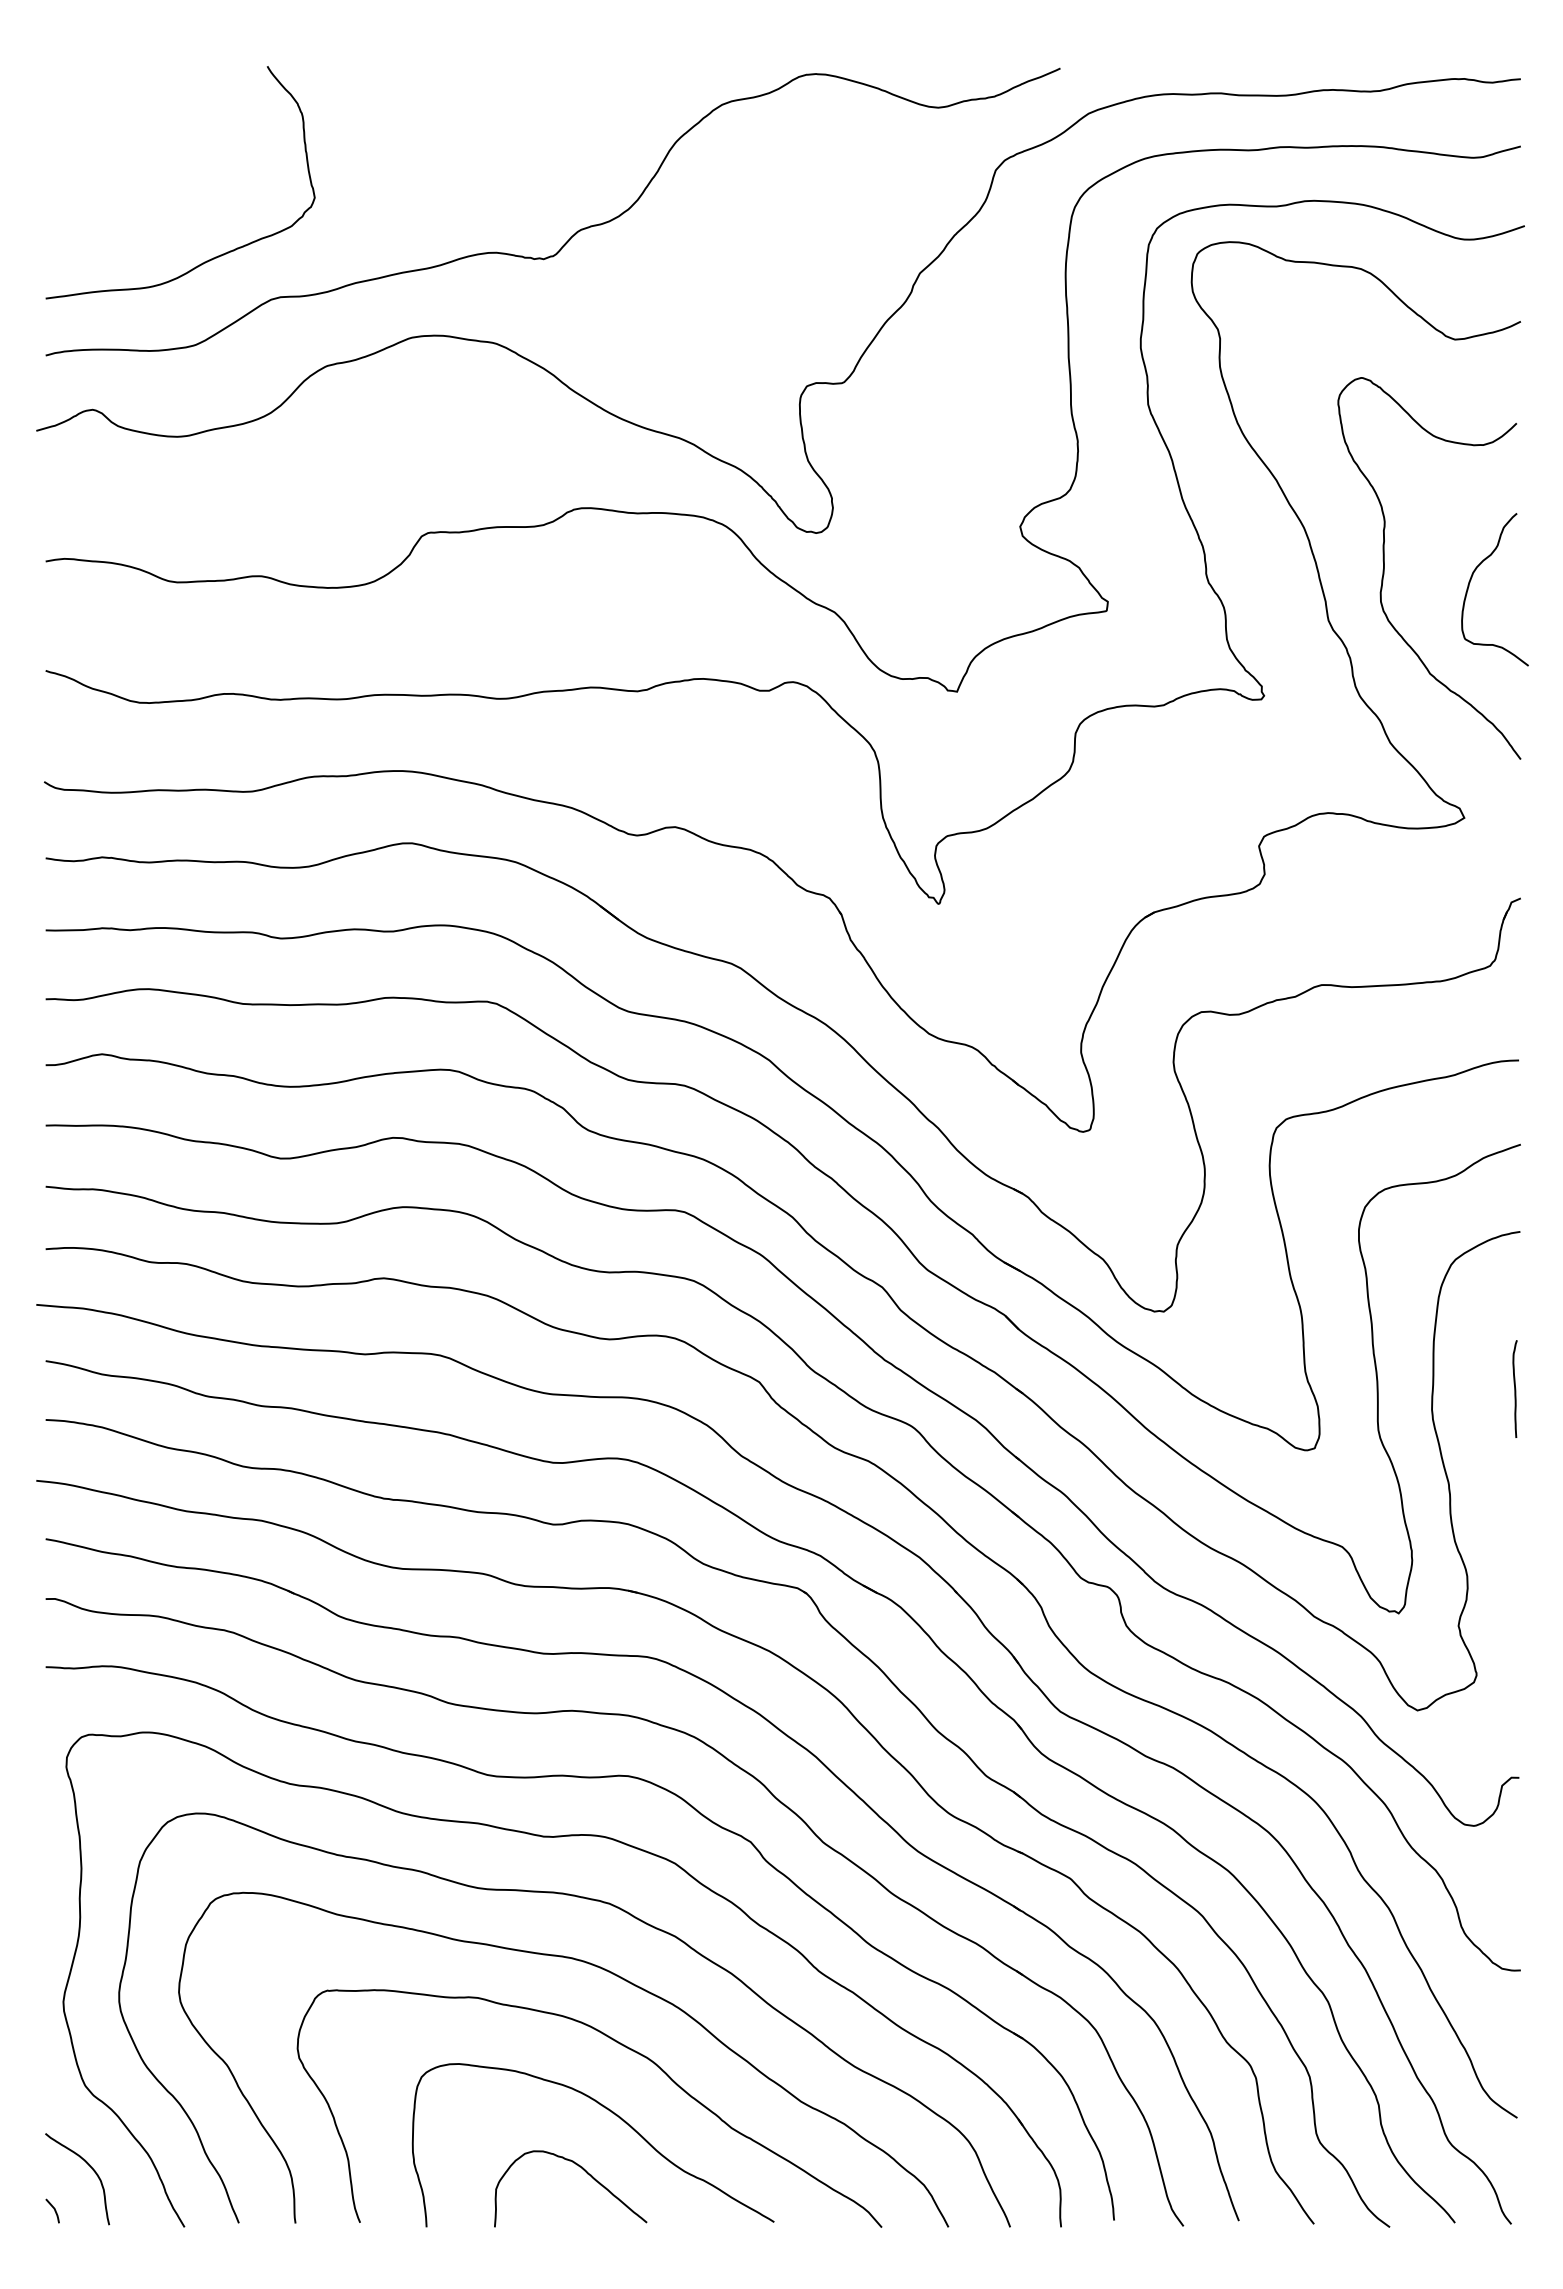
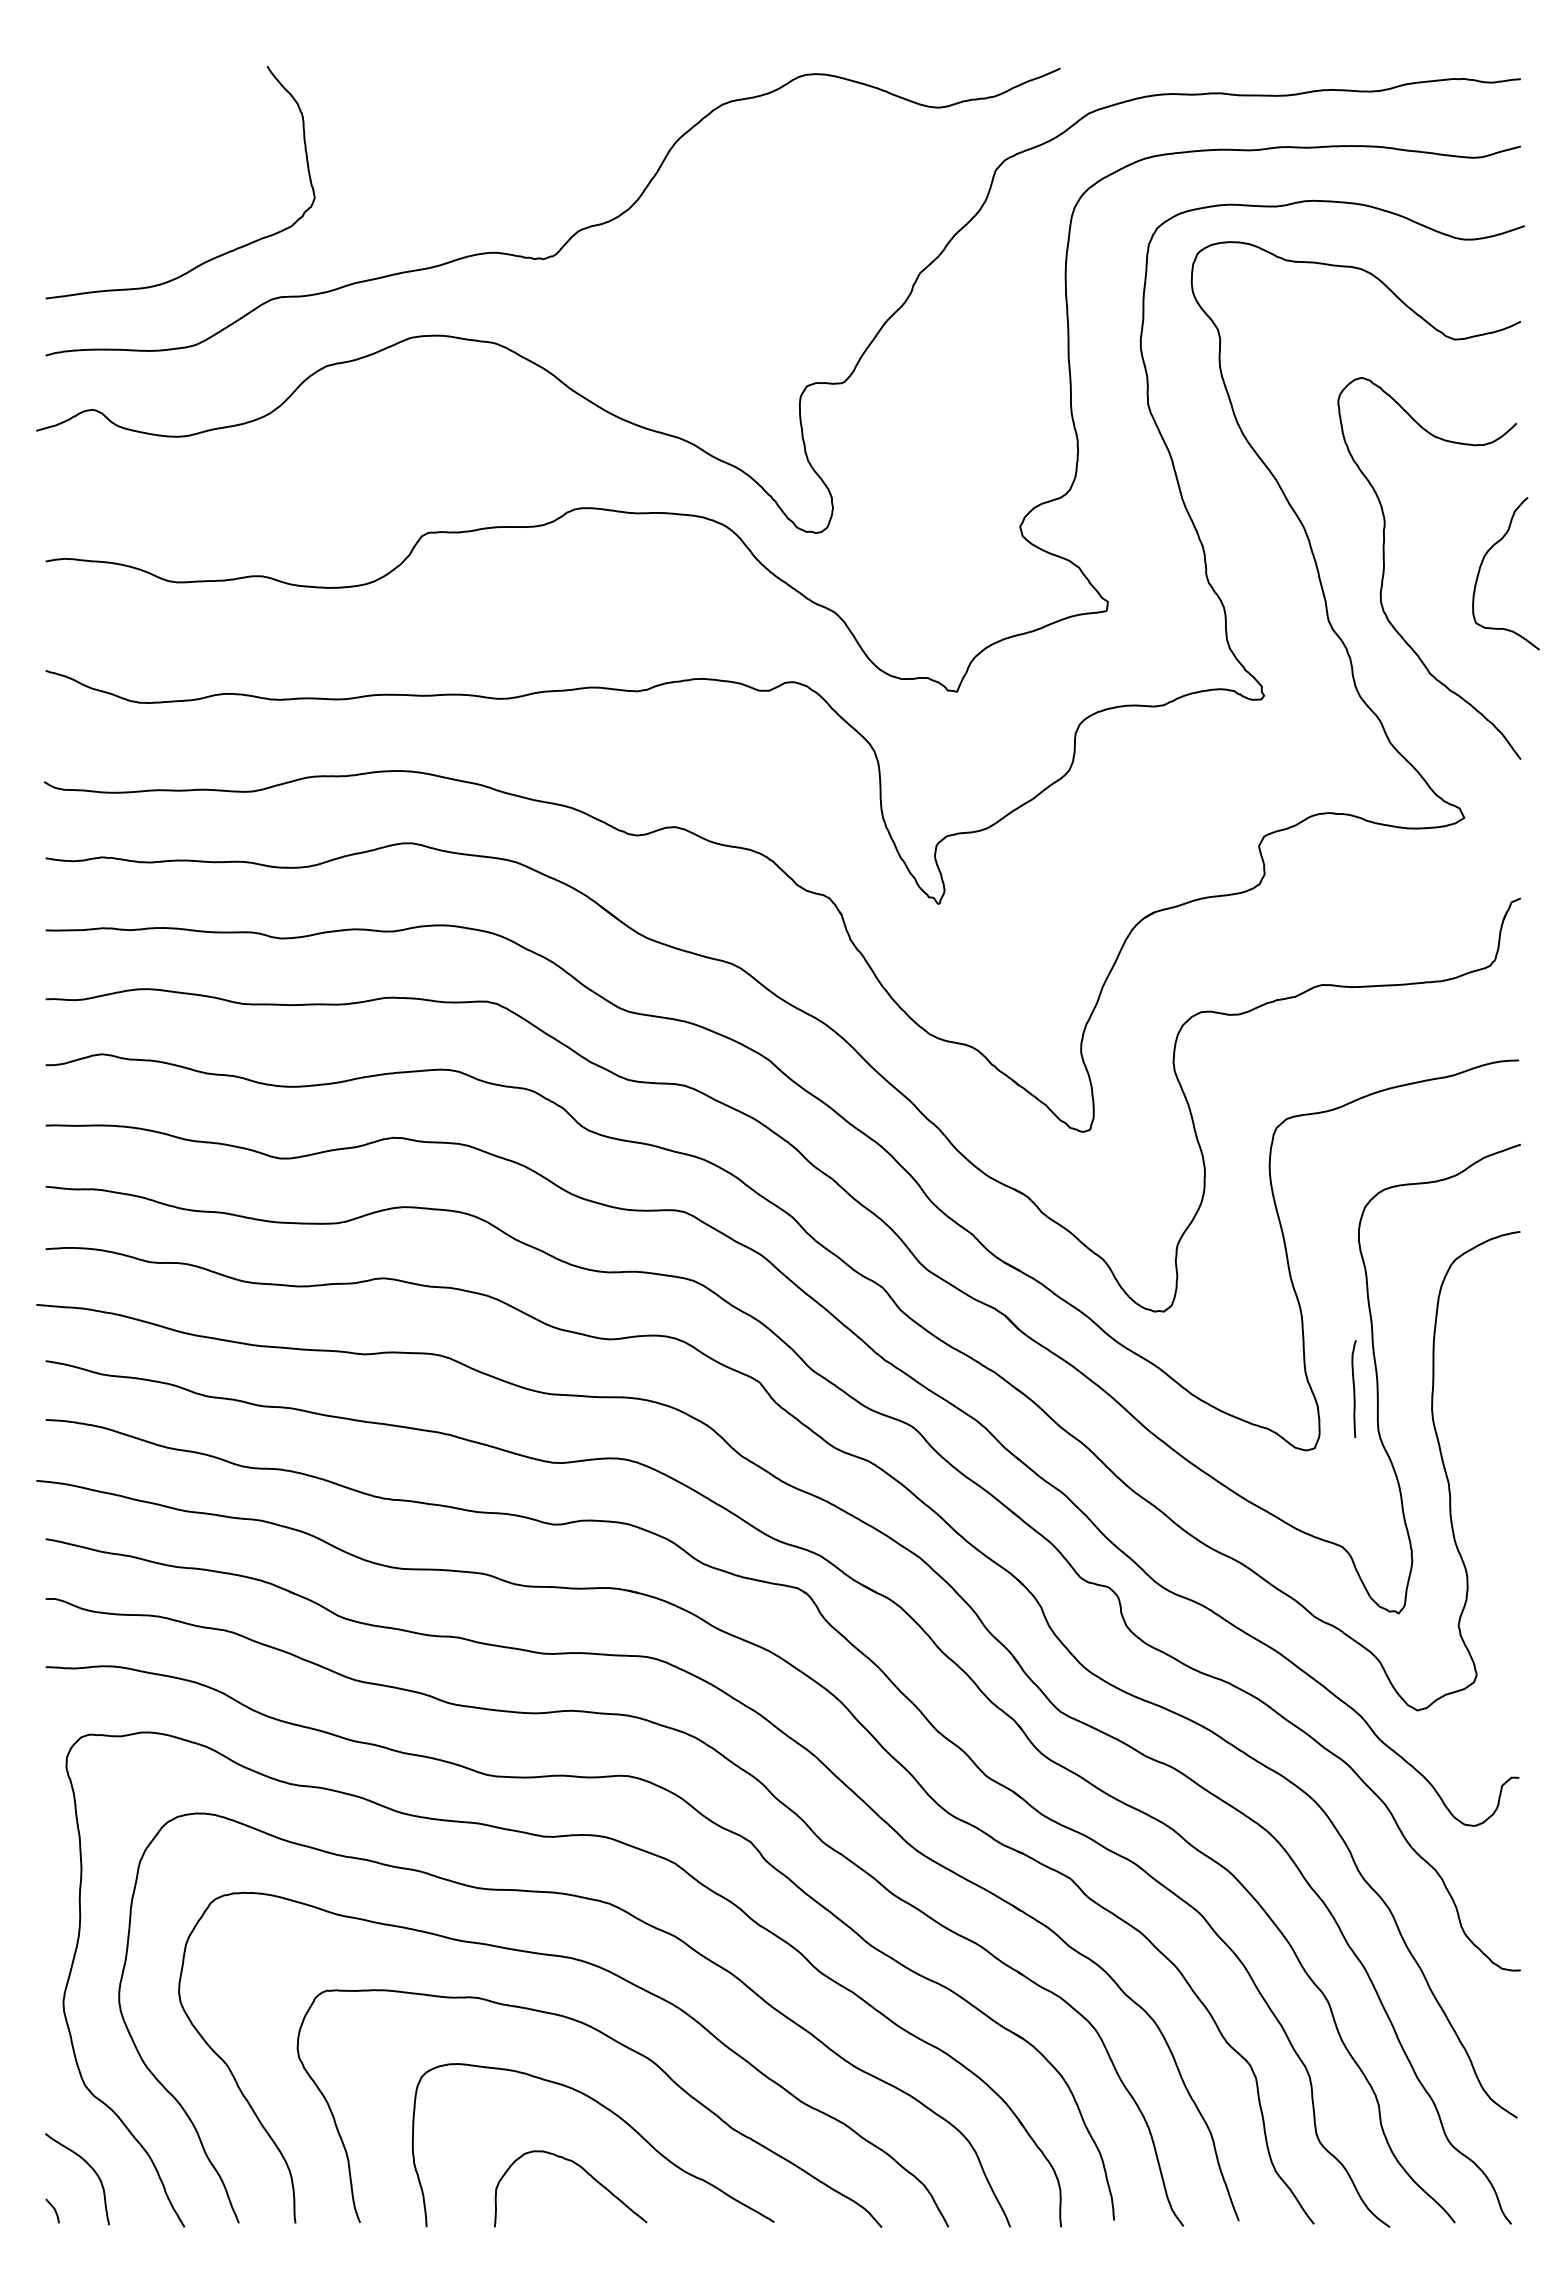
curve at (1471, 580) position: (1471, 580) -> (1482, 564)
curve at (1514, 1388) position: (1514, 1388) -> (1353, 1388)
